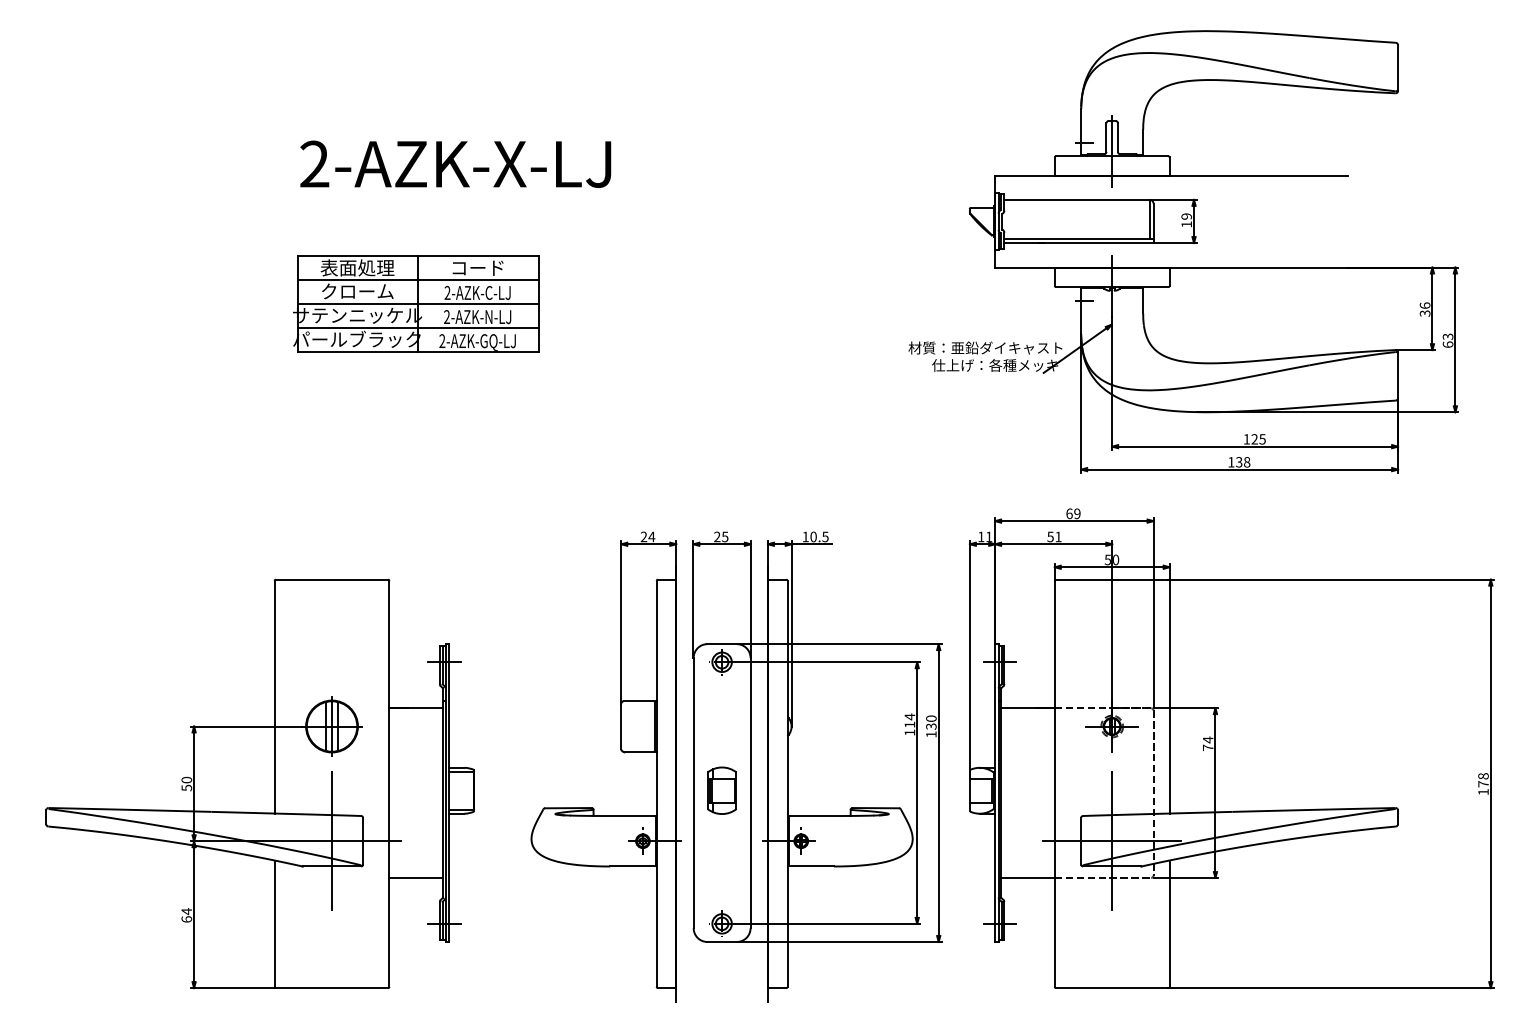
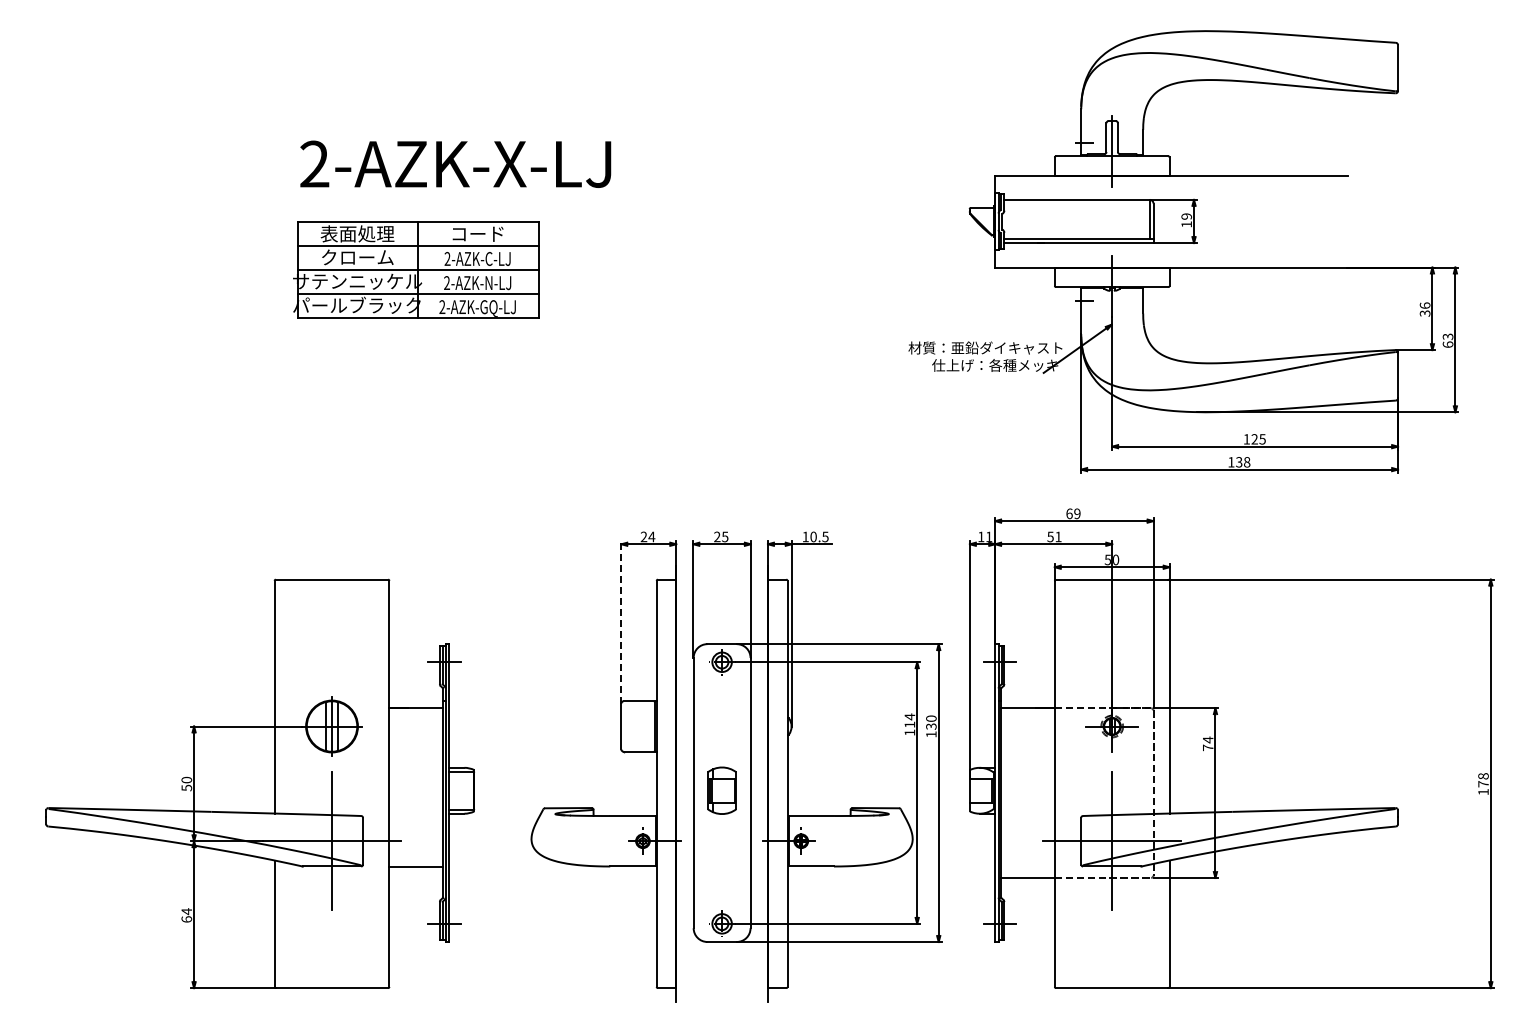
part at (416, 303) position: (416, 303) -> (416, 269)
line at (621, 621): solid -> dashed
line at (415, 877) position: (415, 877) -> (415, 866)
